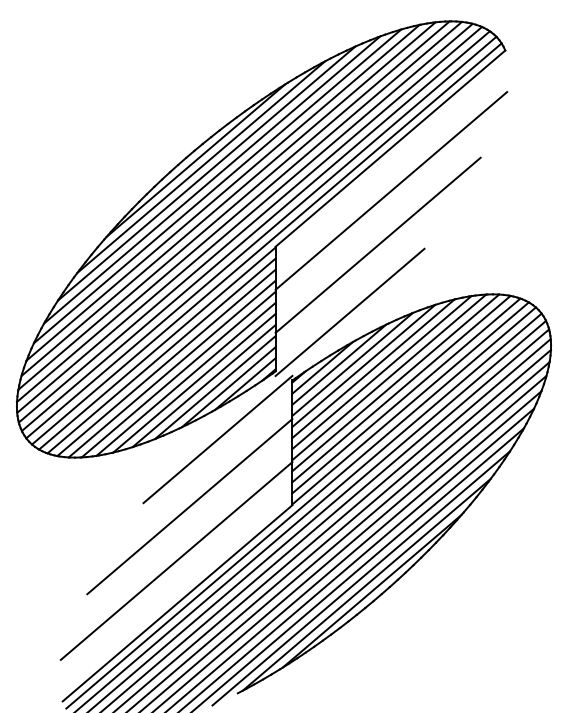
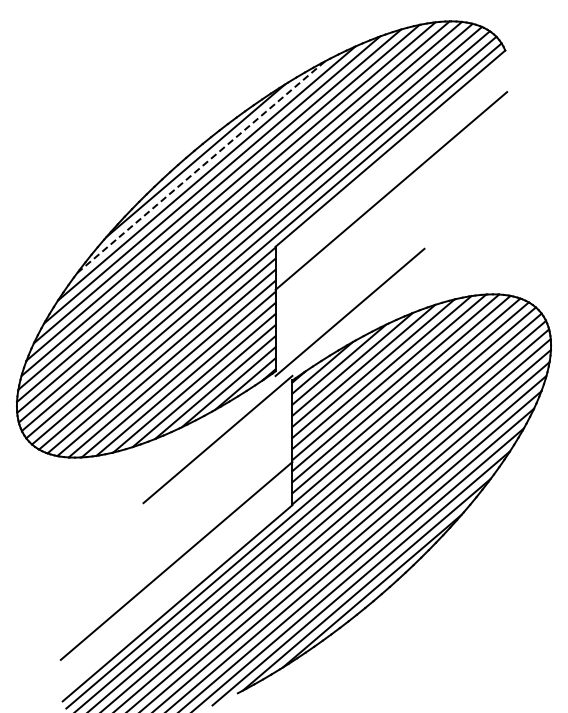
line at (201, 166): solid -> dashed
line at (377, 244): present -> none
line at (189, 506): present -> none
